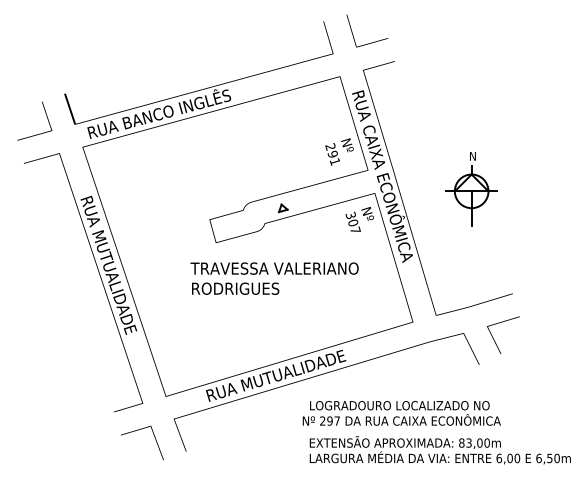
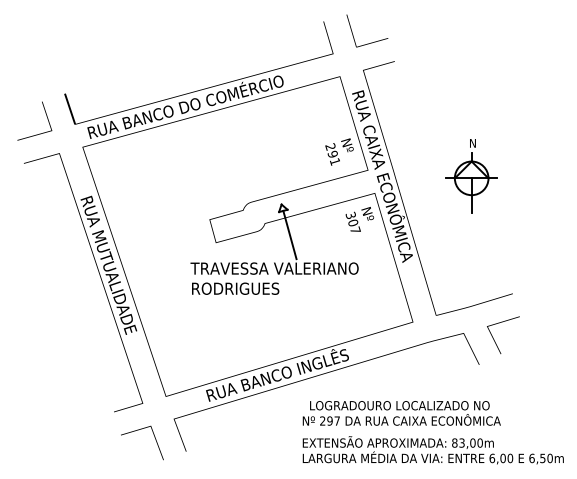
text at (231, 94): RUA BANCO INGLÊS -> RUA BANCO DO COMÉRCIO
part at (471, 189) position: (471, 189) -> (471, 176)
line at (289, 234): none -> present
text at (295, 369): RUA MUTUALIDADE -> RUA BANCO INGLÊS
text at (439, 450) position: (439, 450) -> (432, 450)
